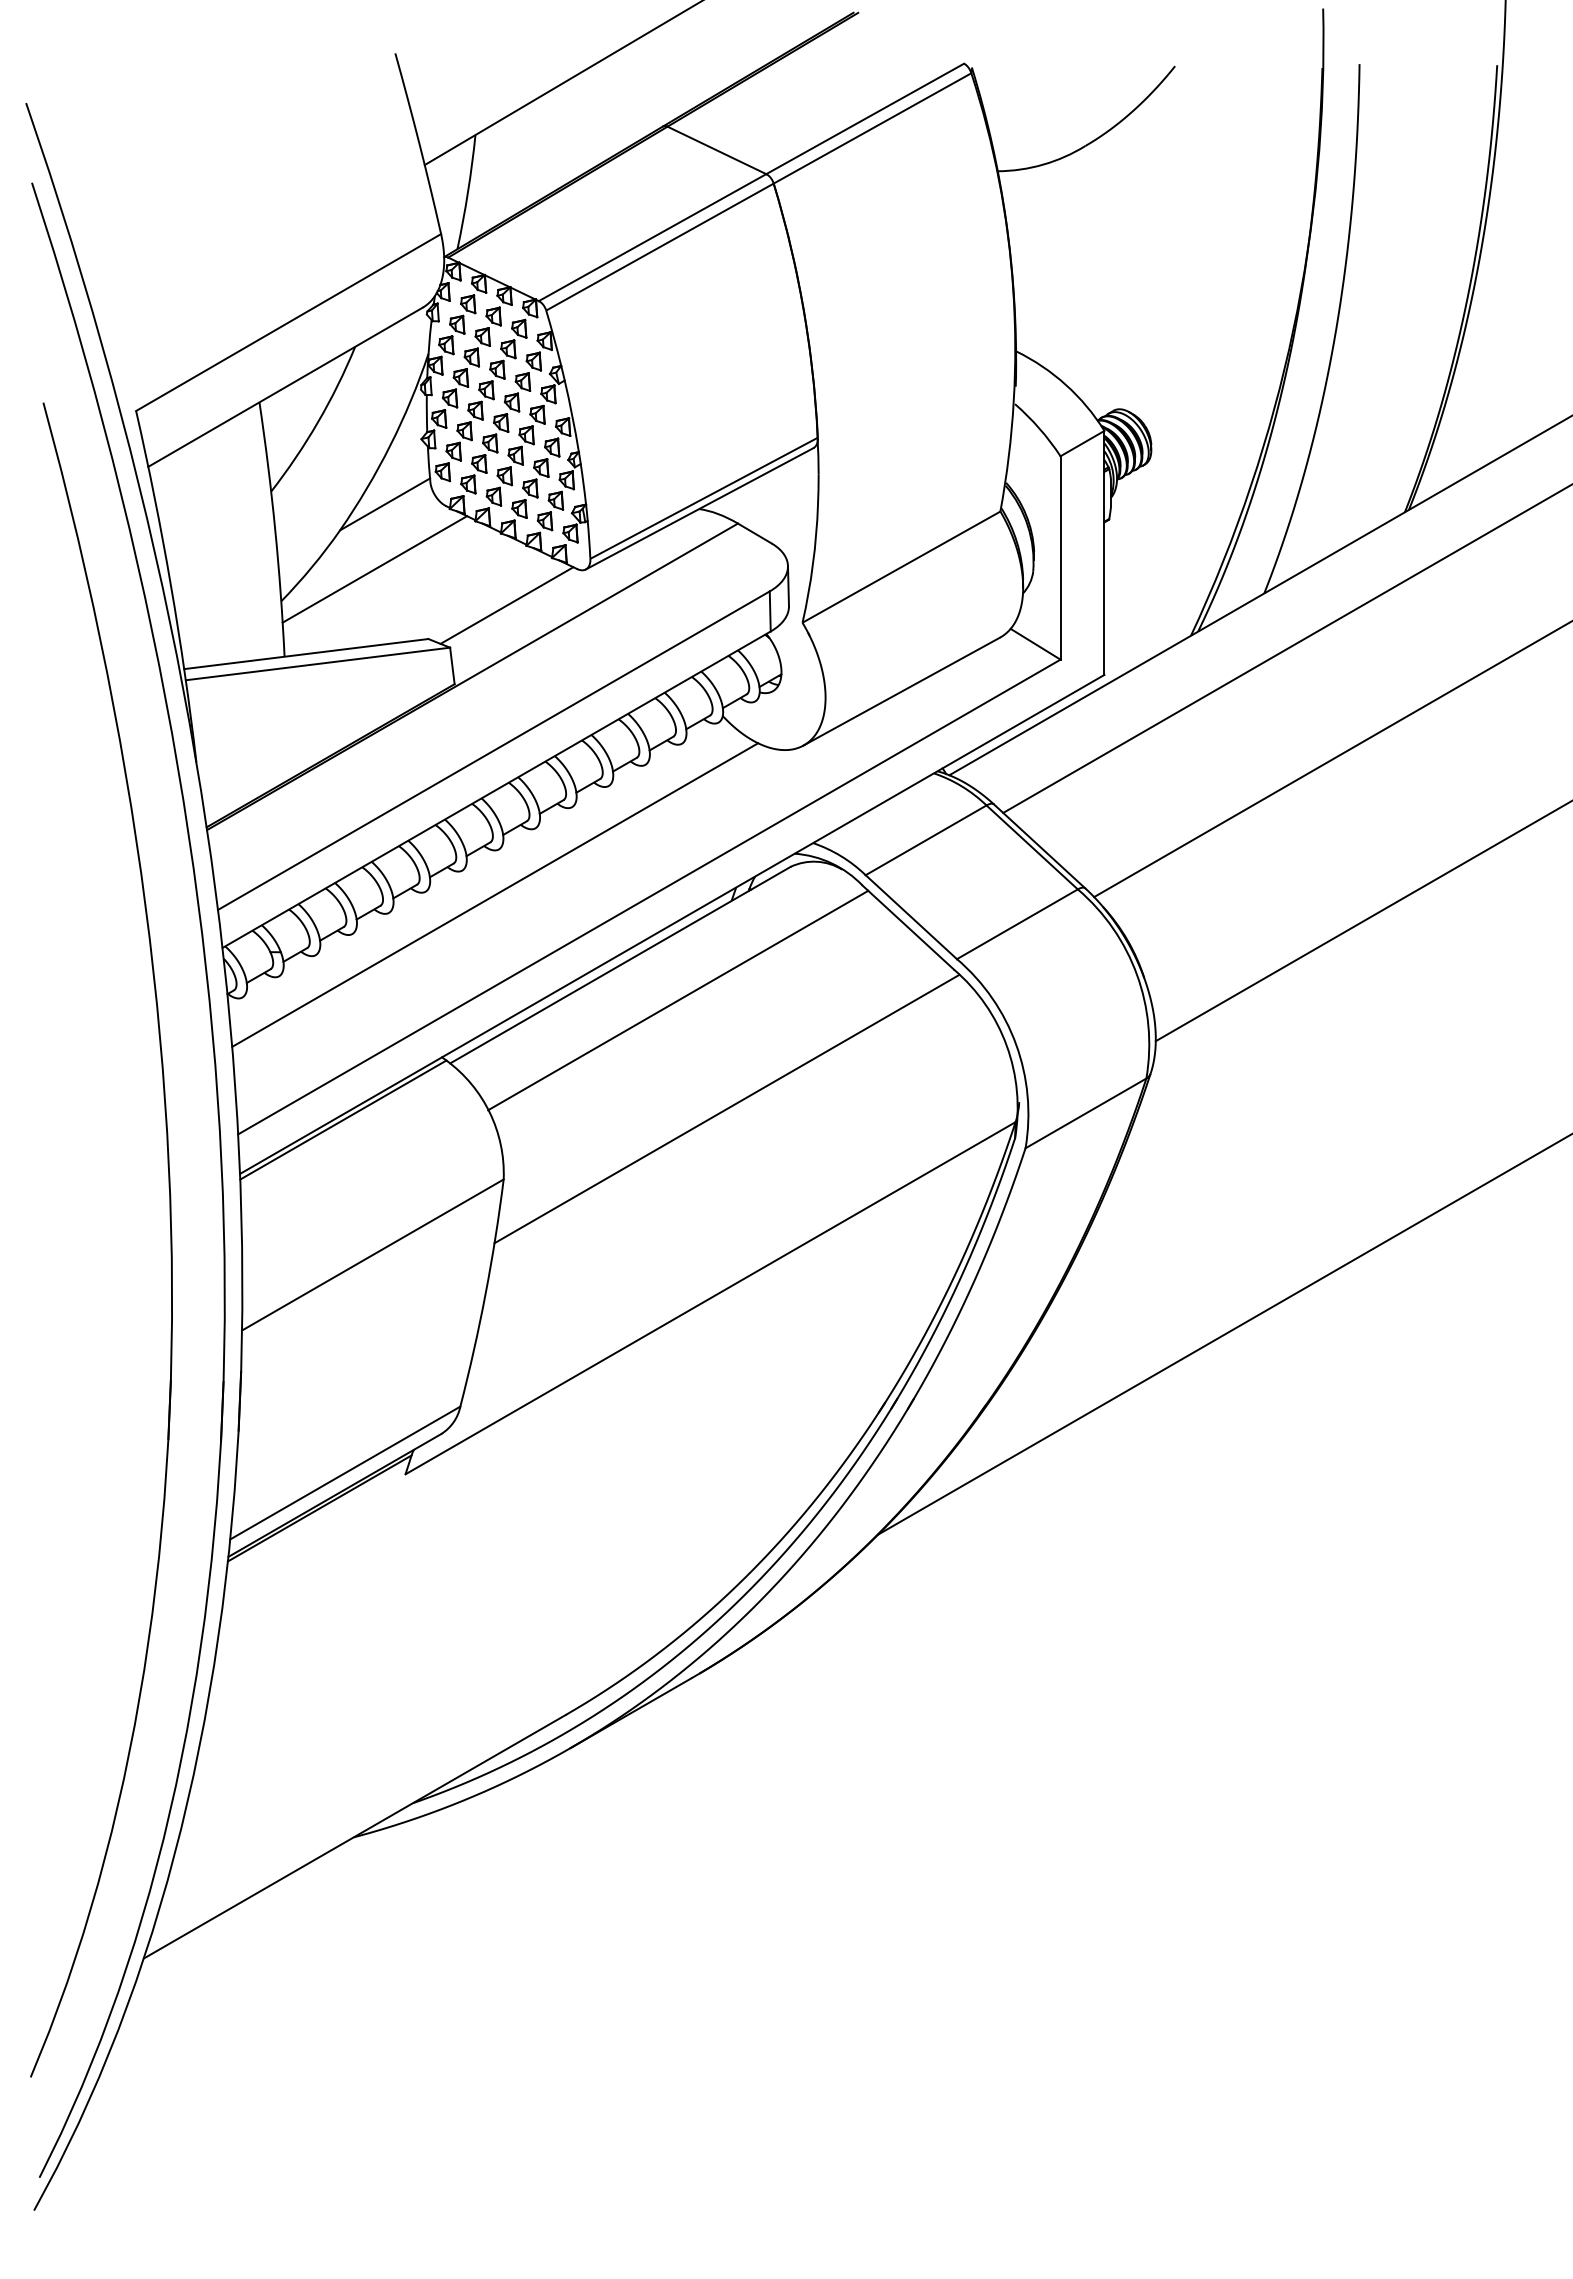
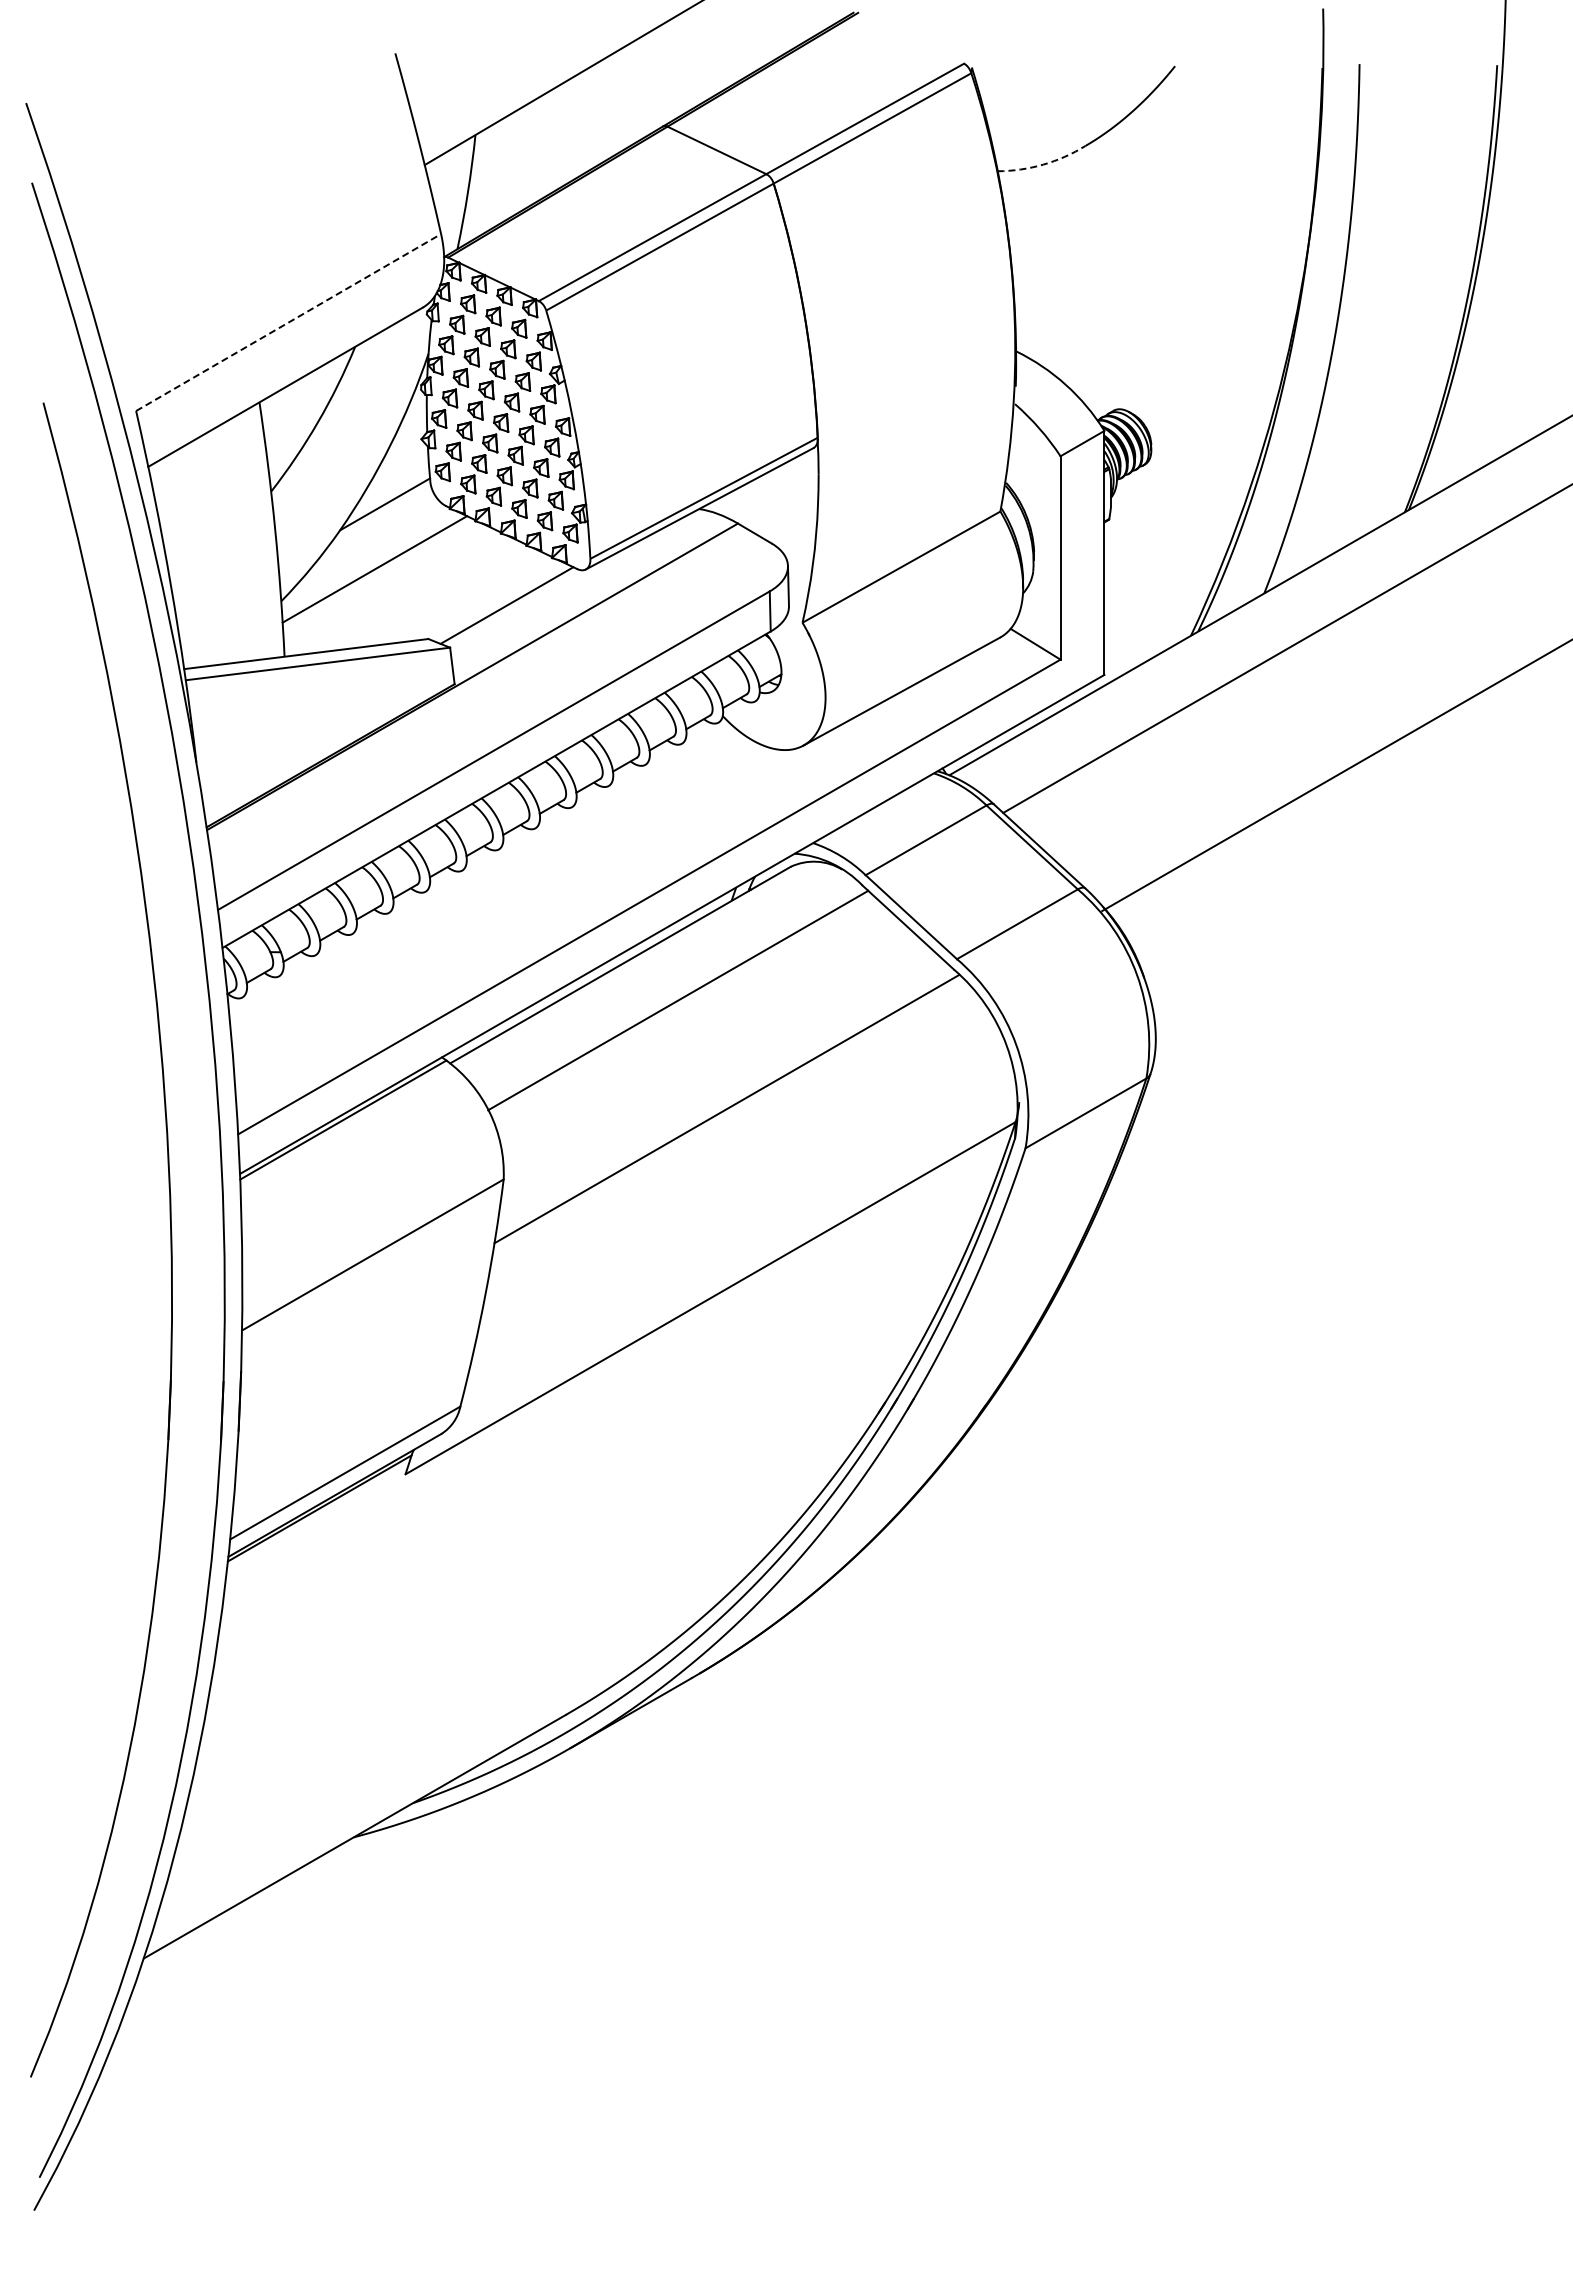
arc at (1043, 164): solid -> dashed
line at (289, 322): solid -> dashed
line at (1331, 759) position: (1331, 759) -> (1335, 776)
line at (495, 894): present -> none
line at (1362, 921): present -> none
line at (1223, 1334): present -> none
